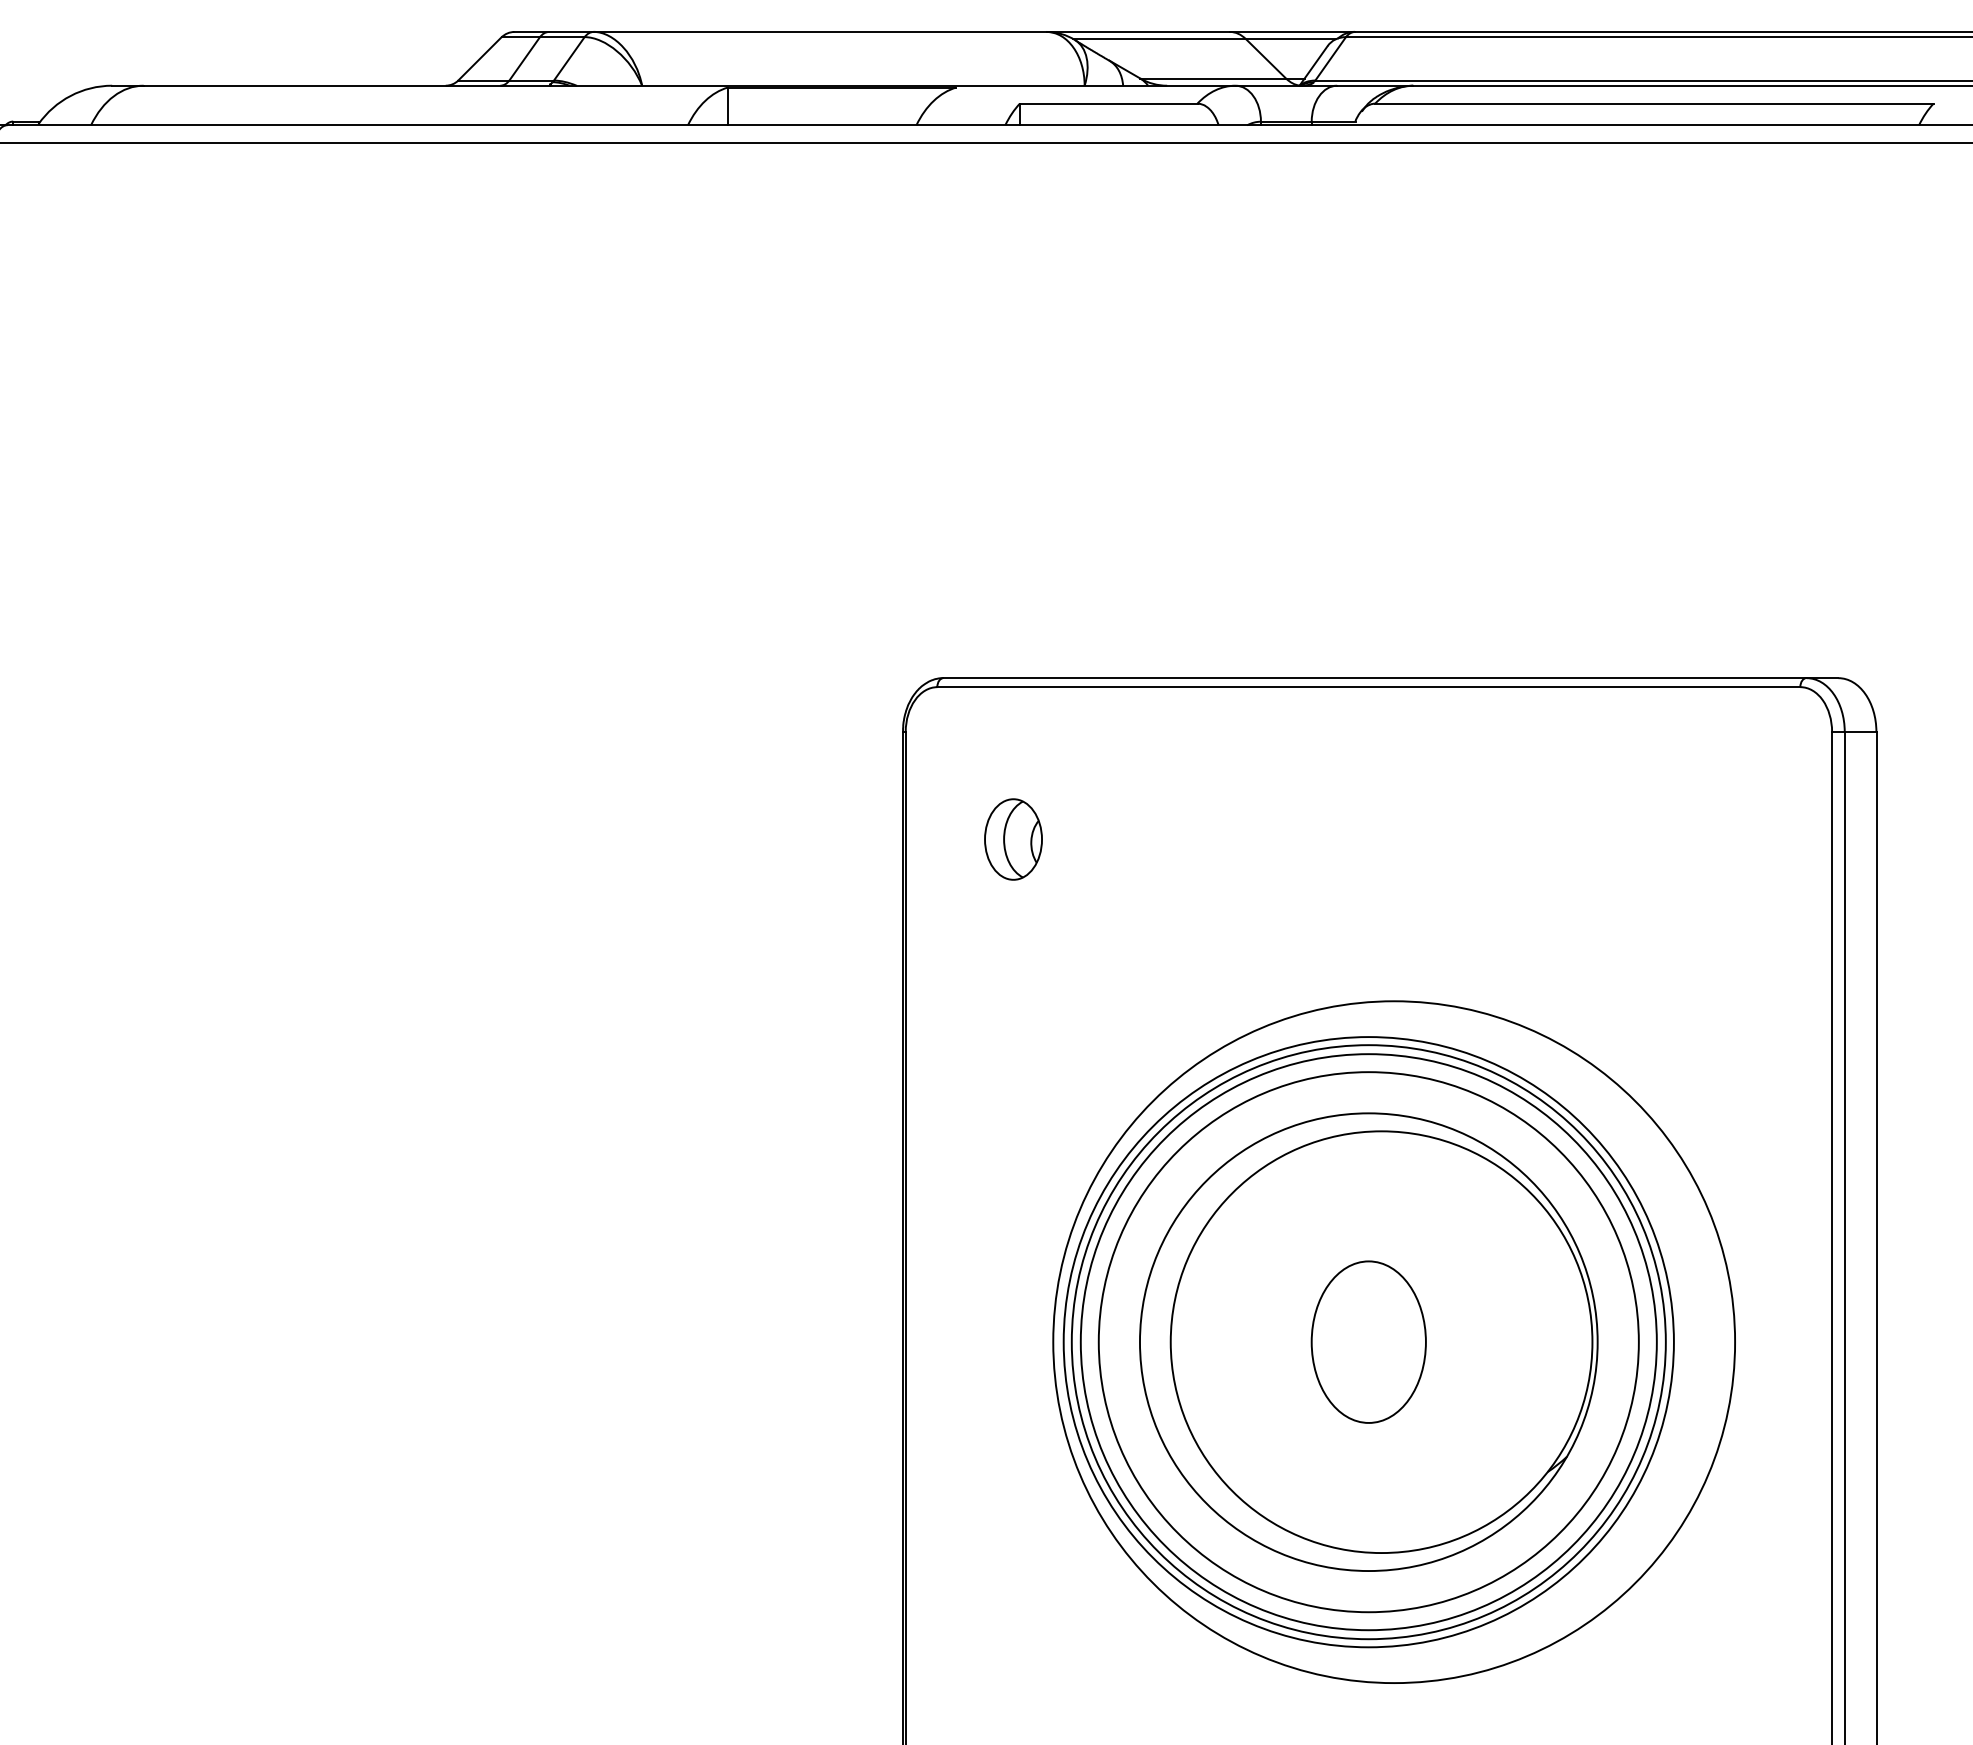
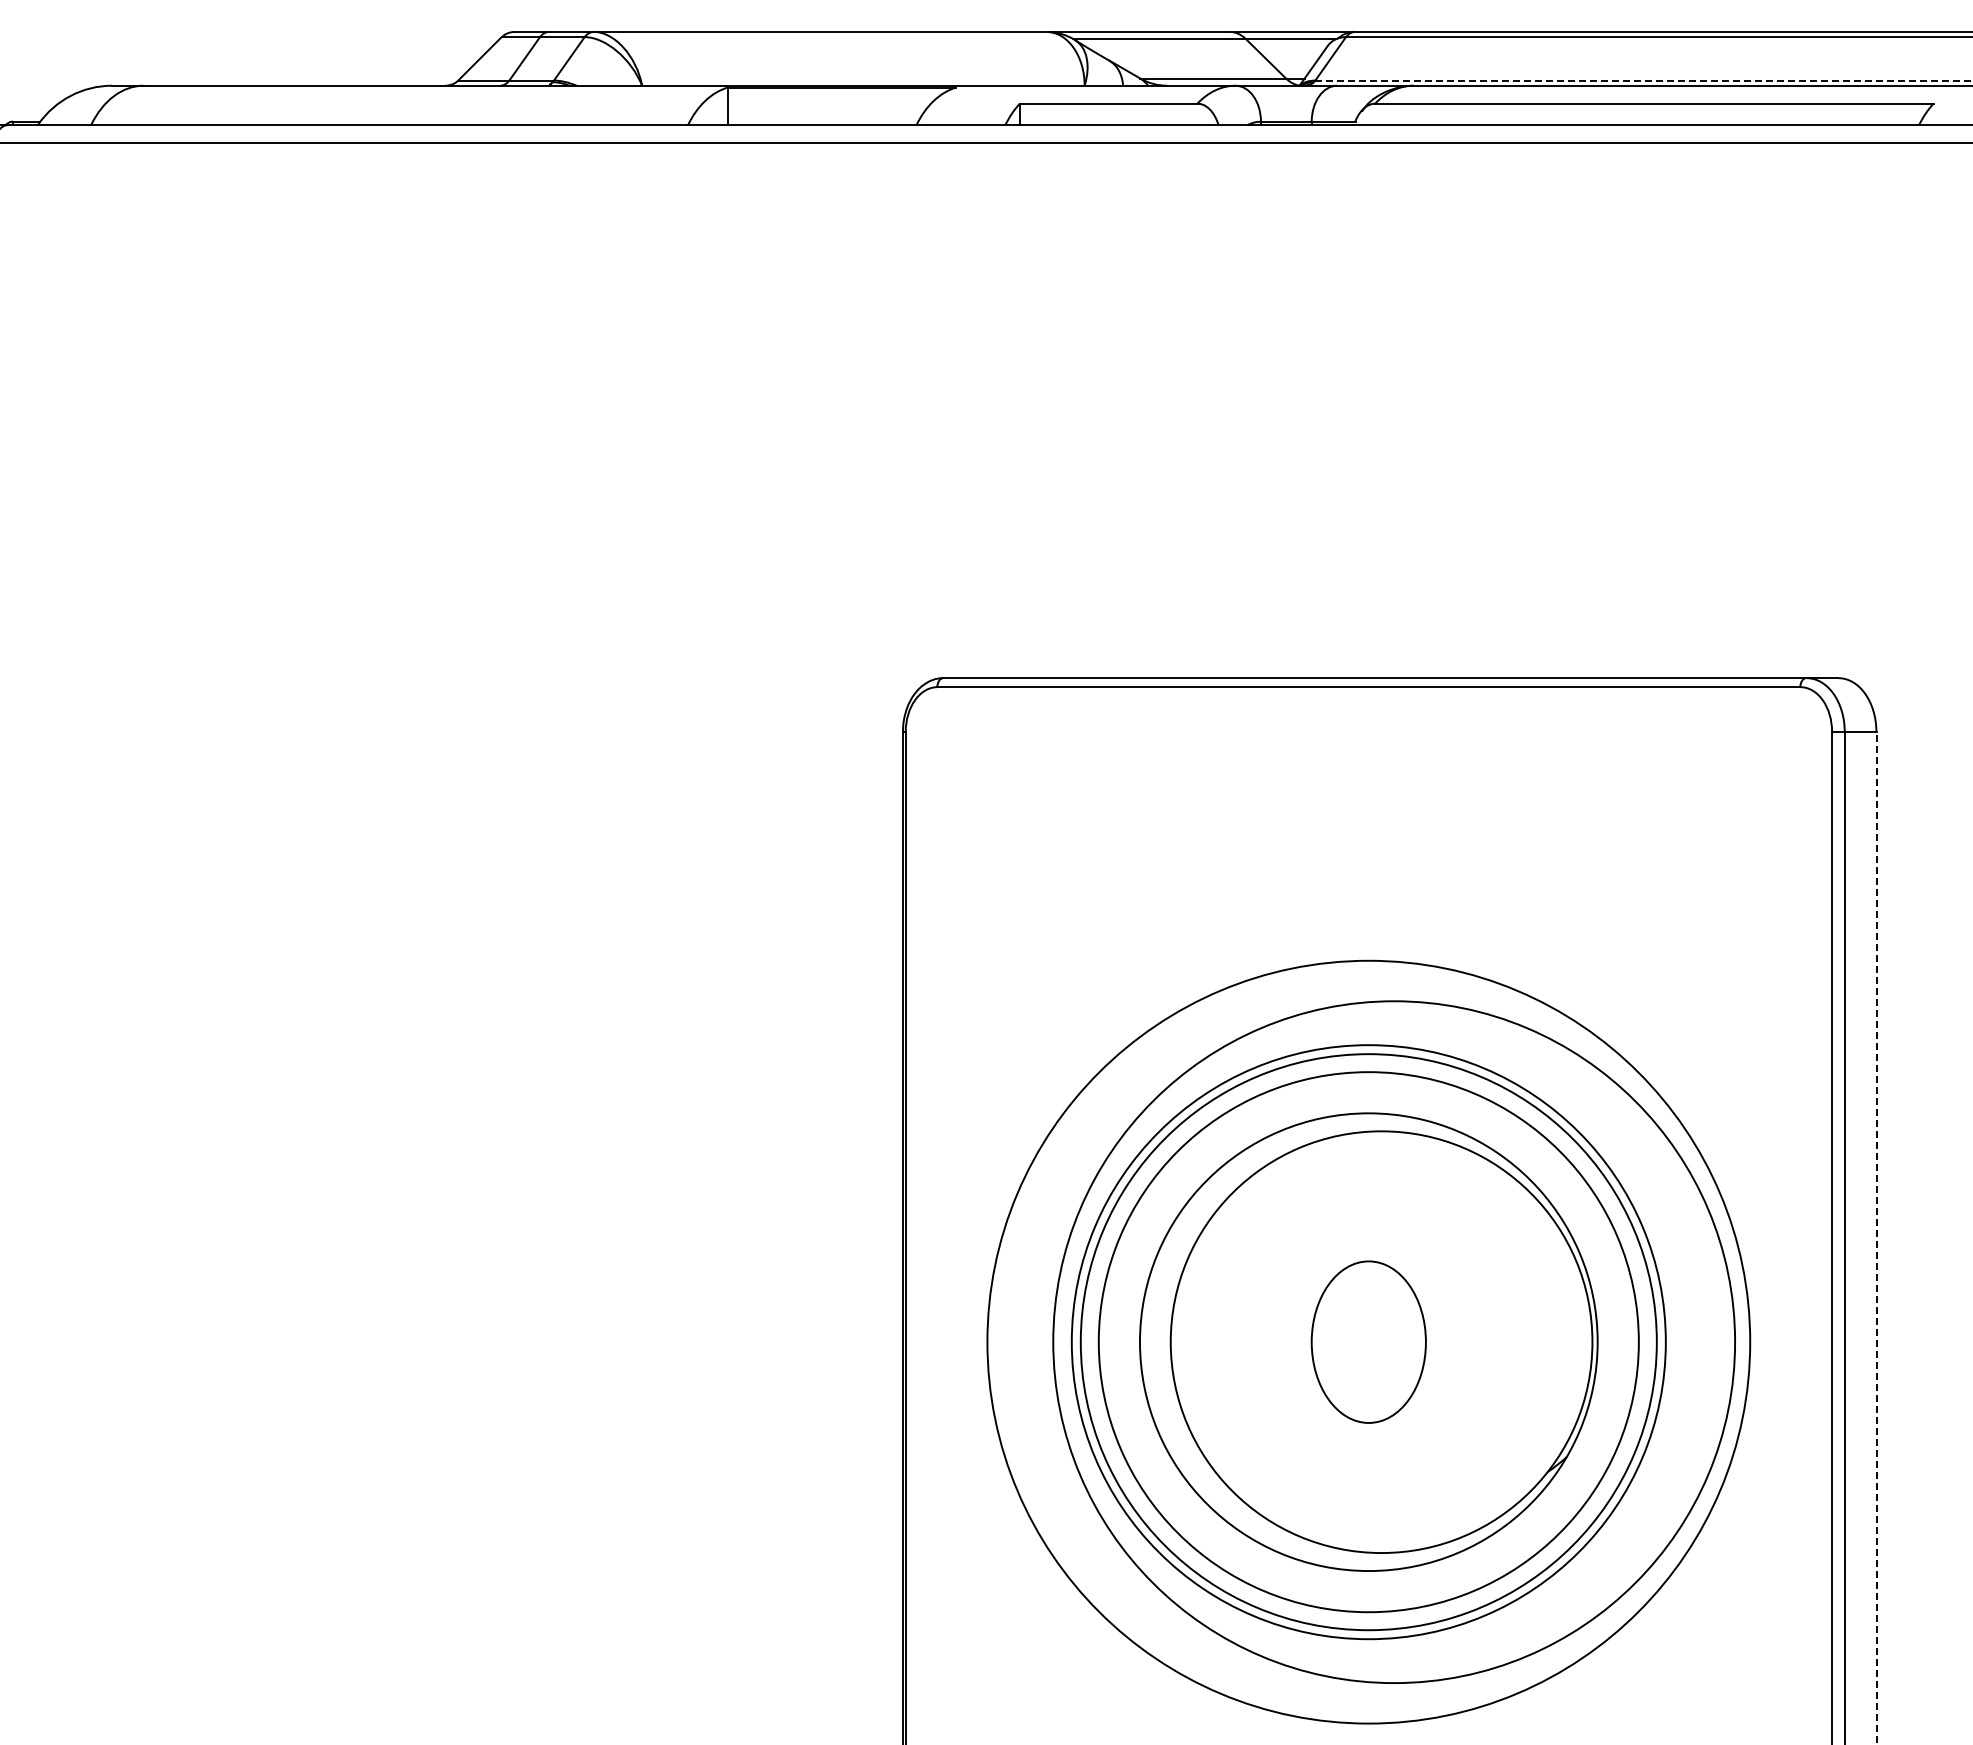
line at (1644, 80): solid -> dashed
part at (1013, 839): present -> none
line at (1876, 1237): solid -> dashed
circle at (1368, 1342) diameter: 610 px -> 763 px
